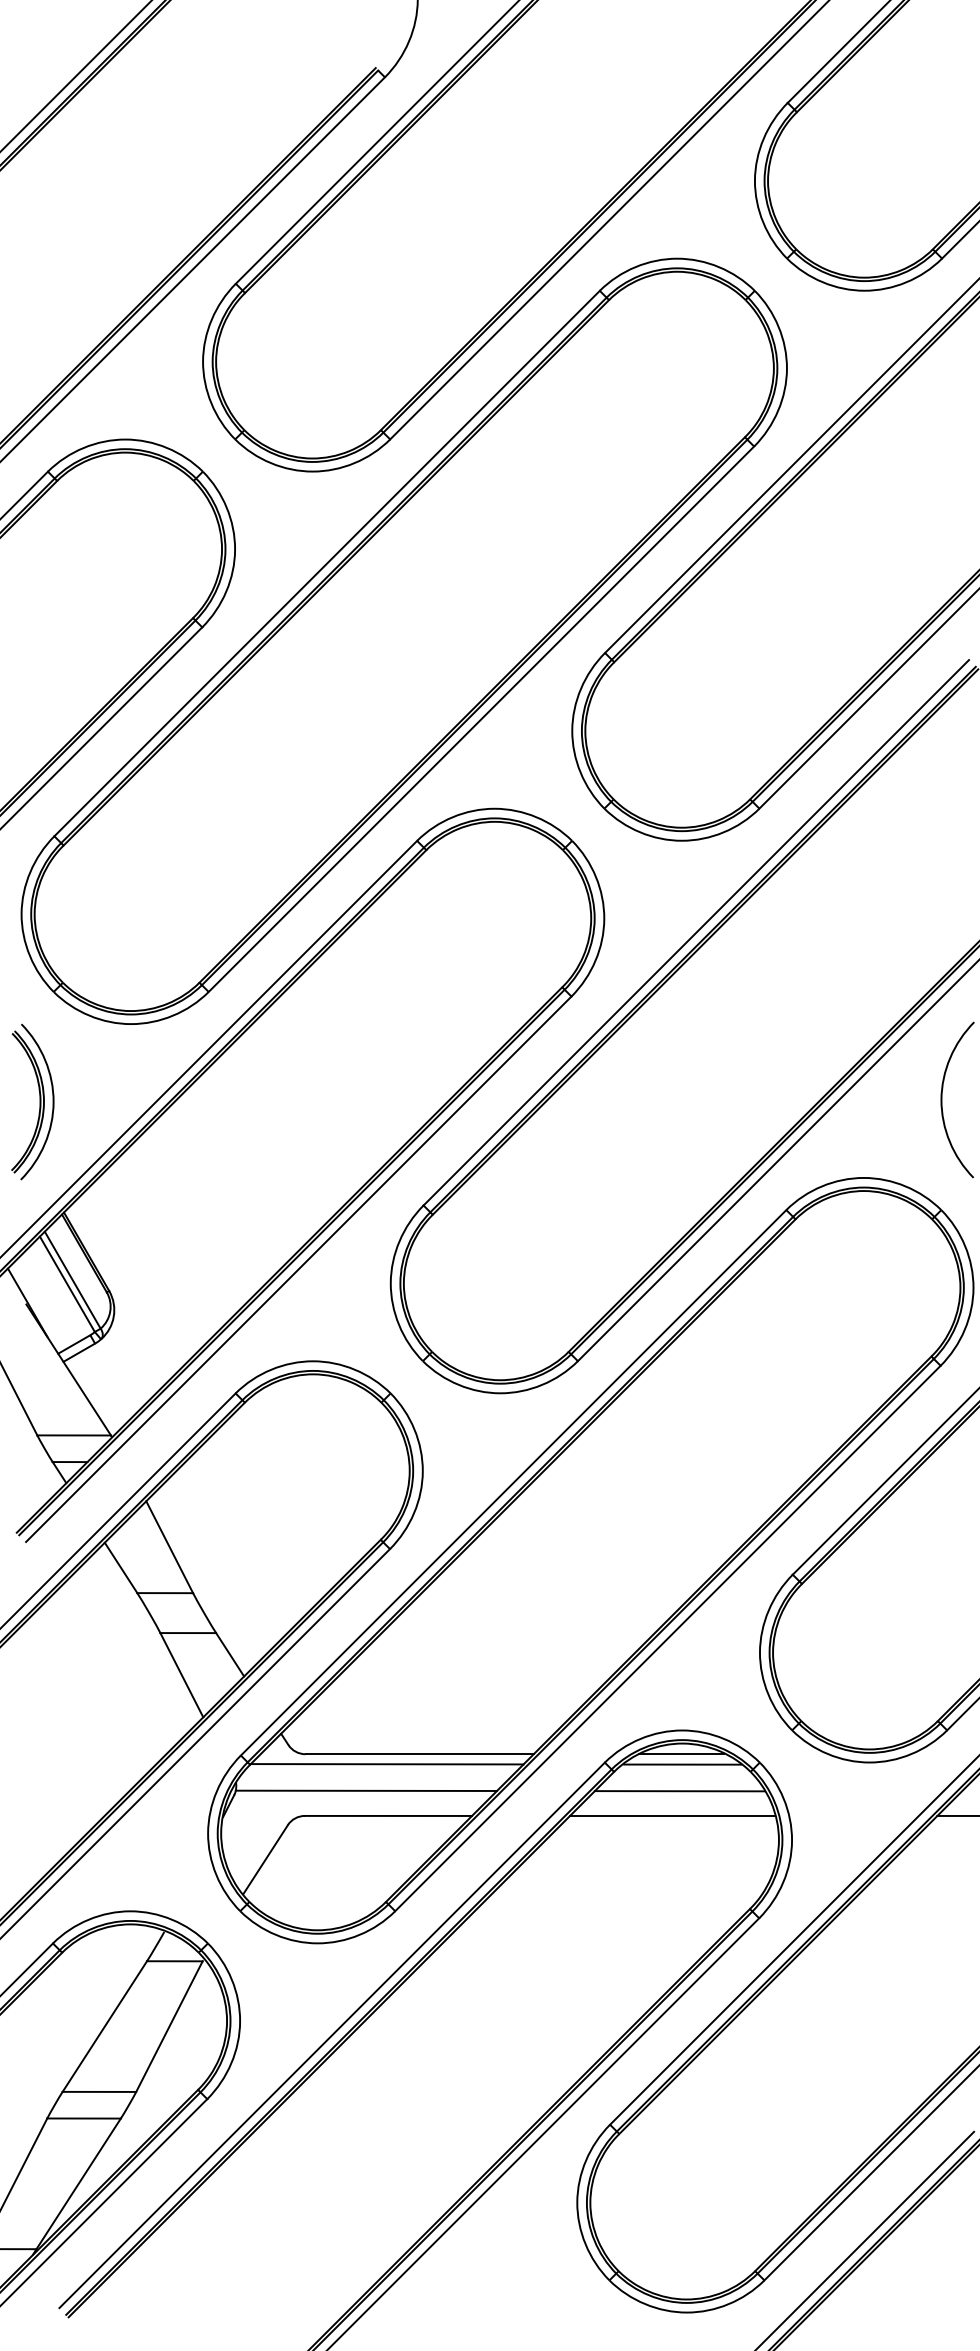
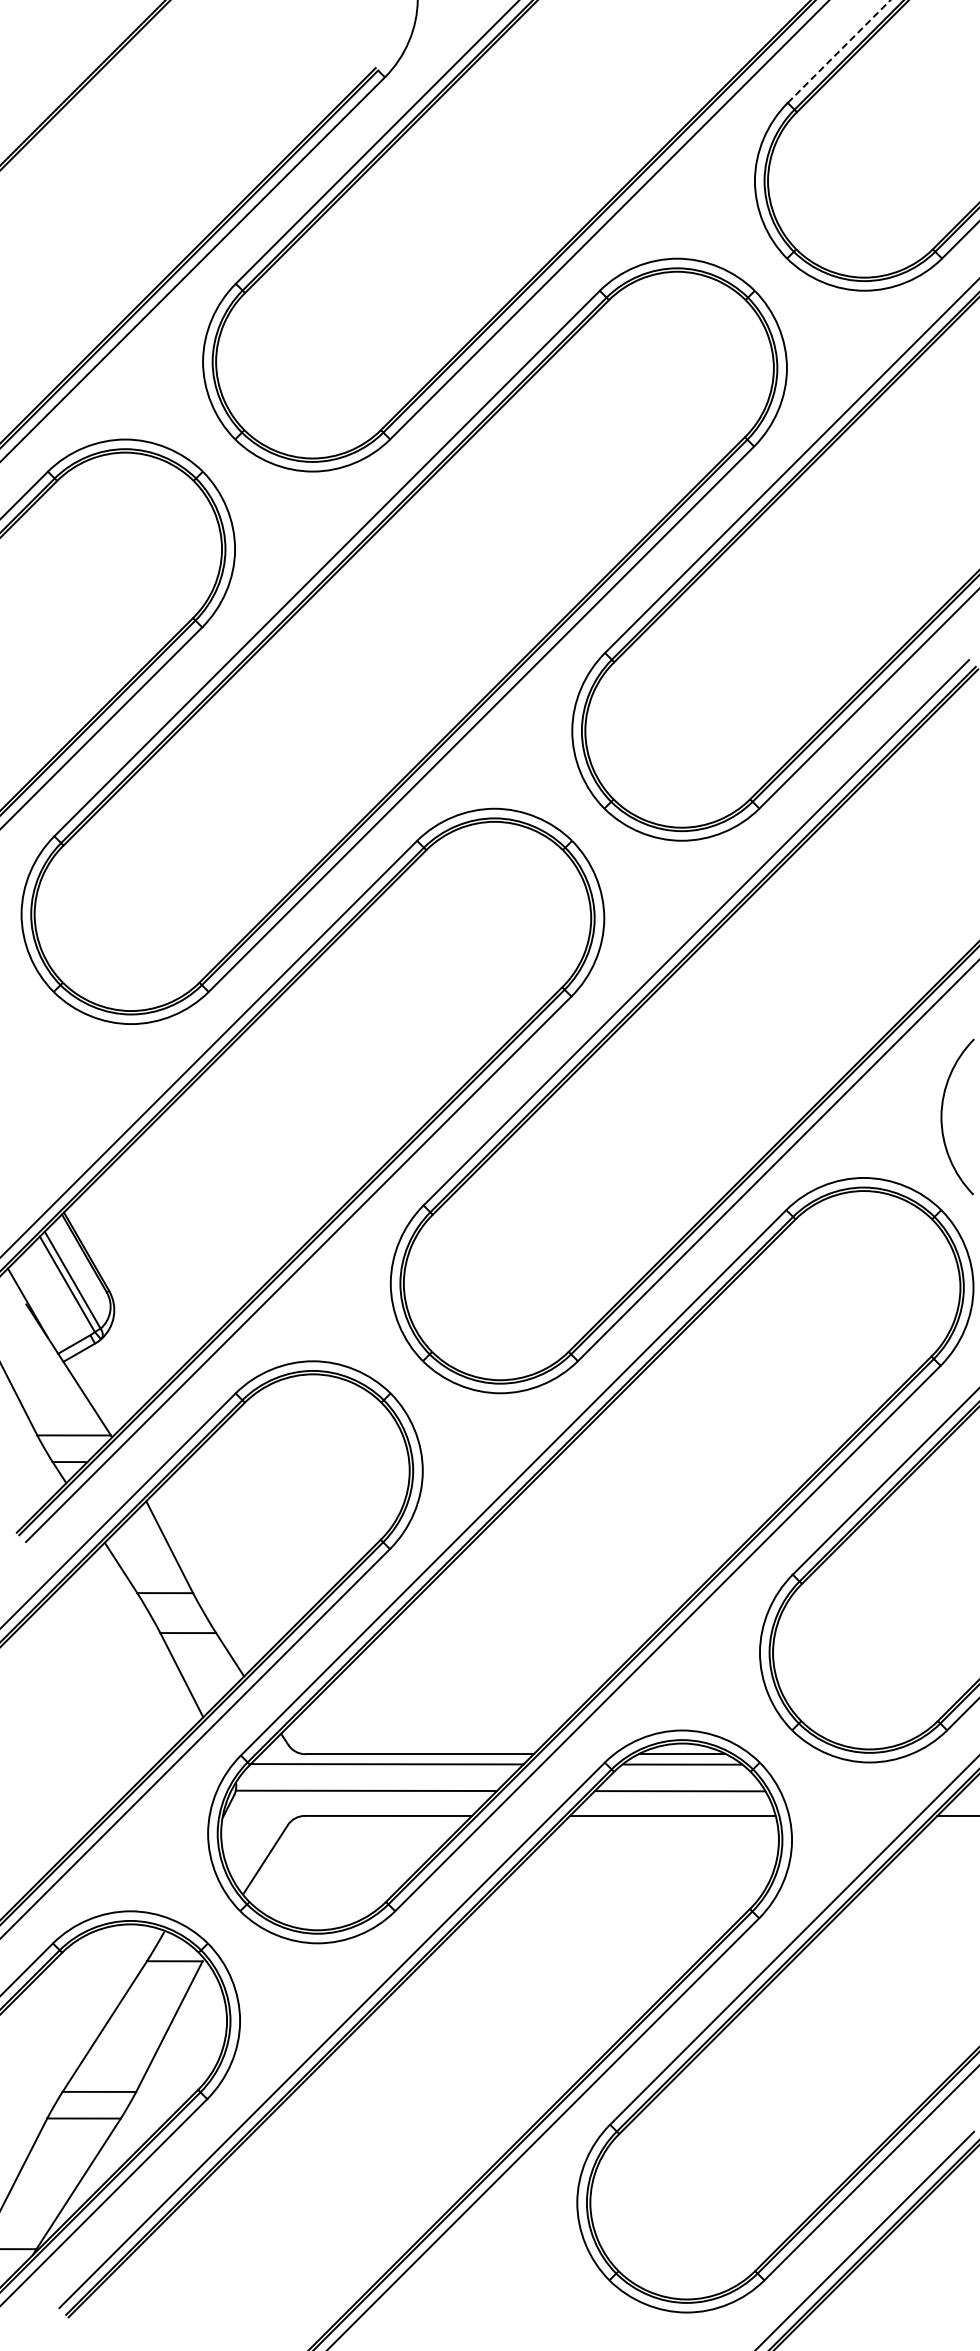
line at (839, 51): solid -> dashed
line at (75, 76): present -> none
curve at (942, 1099) position: (942, 1099) -> (942, 1116)
part at (39, 1101): present -> none
